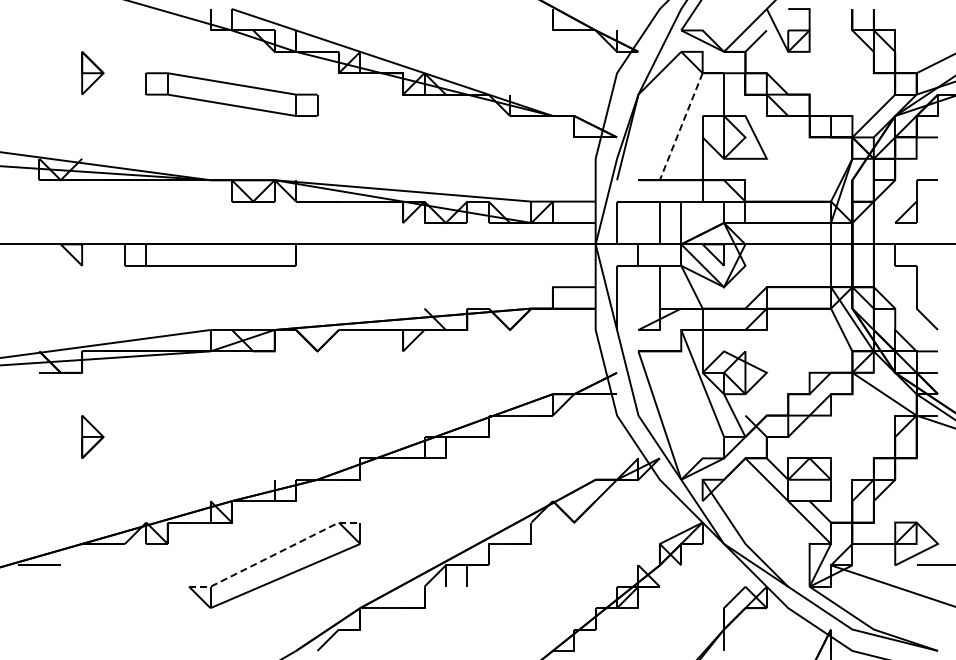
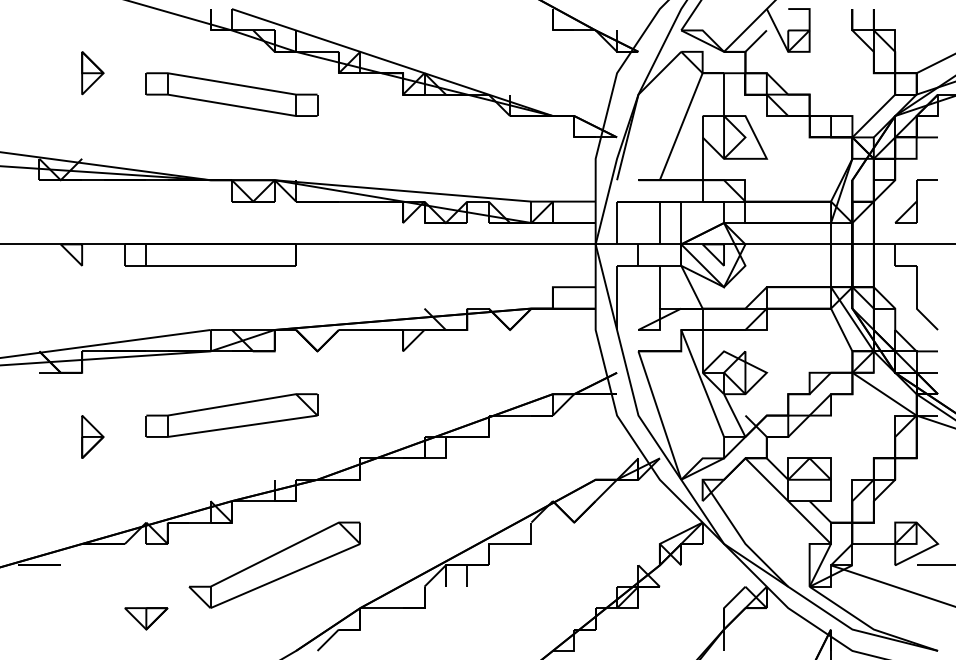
line at (681, 126): dashed -> solid
part at (231, 415): none -> present
line at (274, 554): dashed -> solid
part at (146, 618): none -> present
